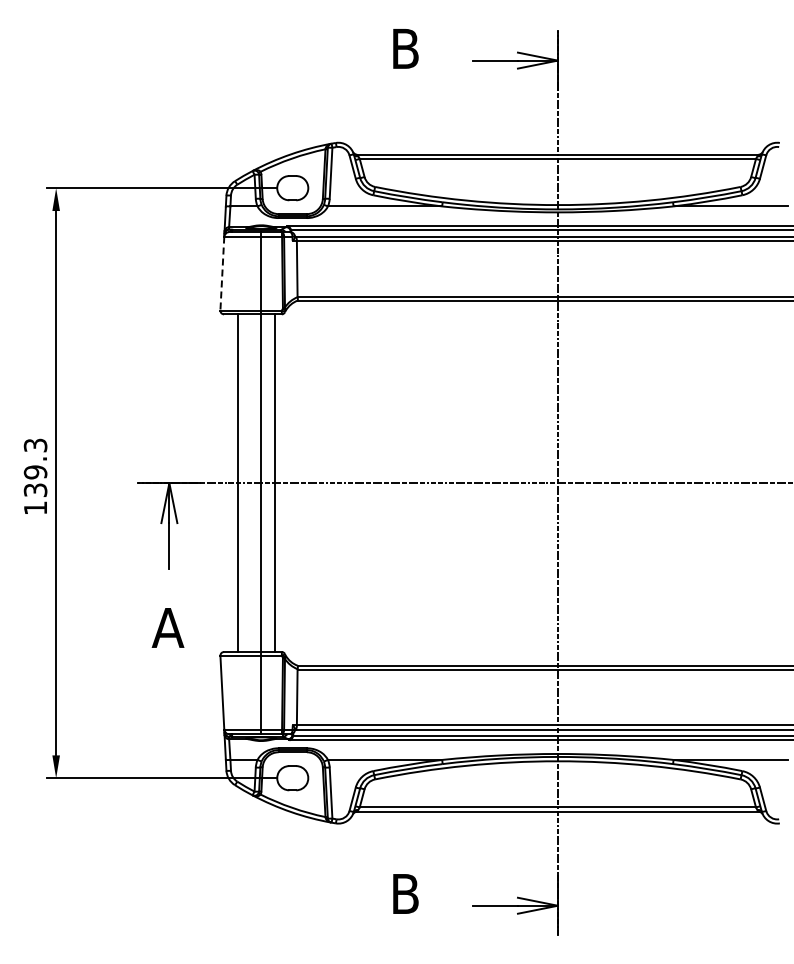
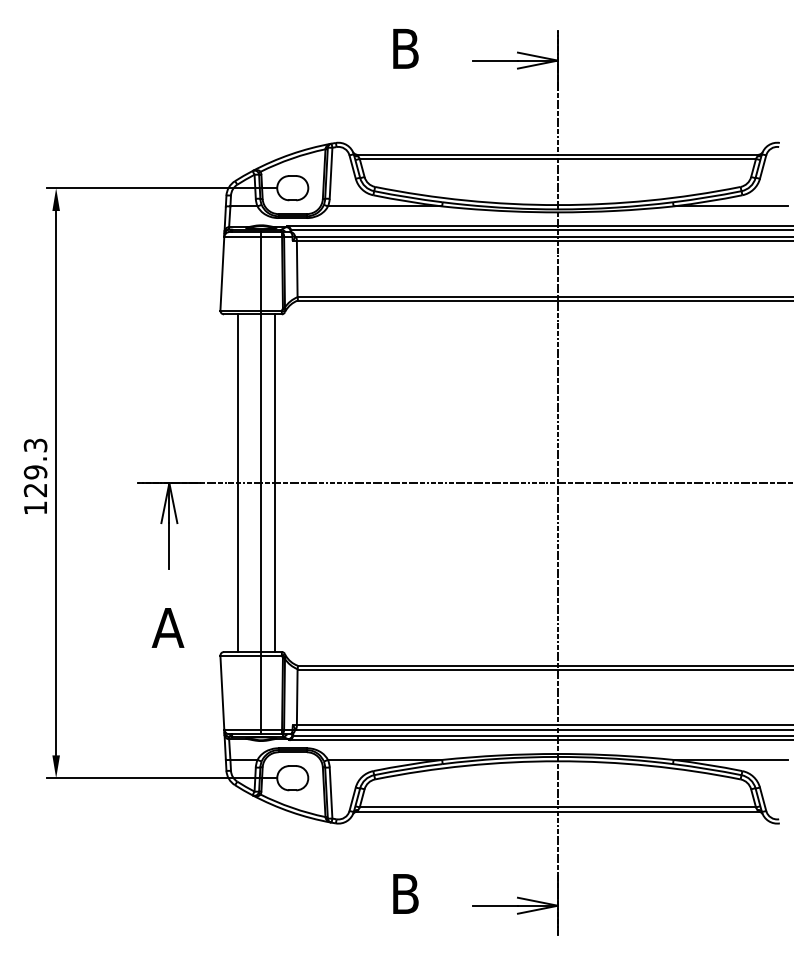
line at (222, 274): dashed -> solid
text at (35, 490): 139.3 -> 129.3
